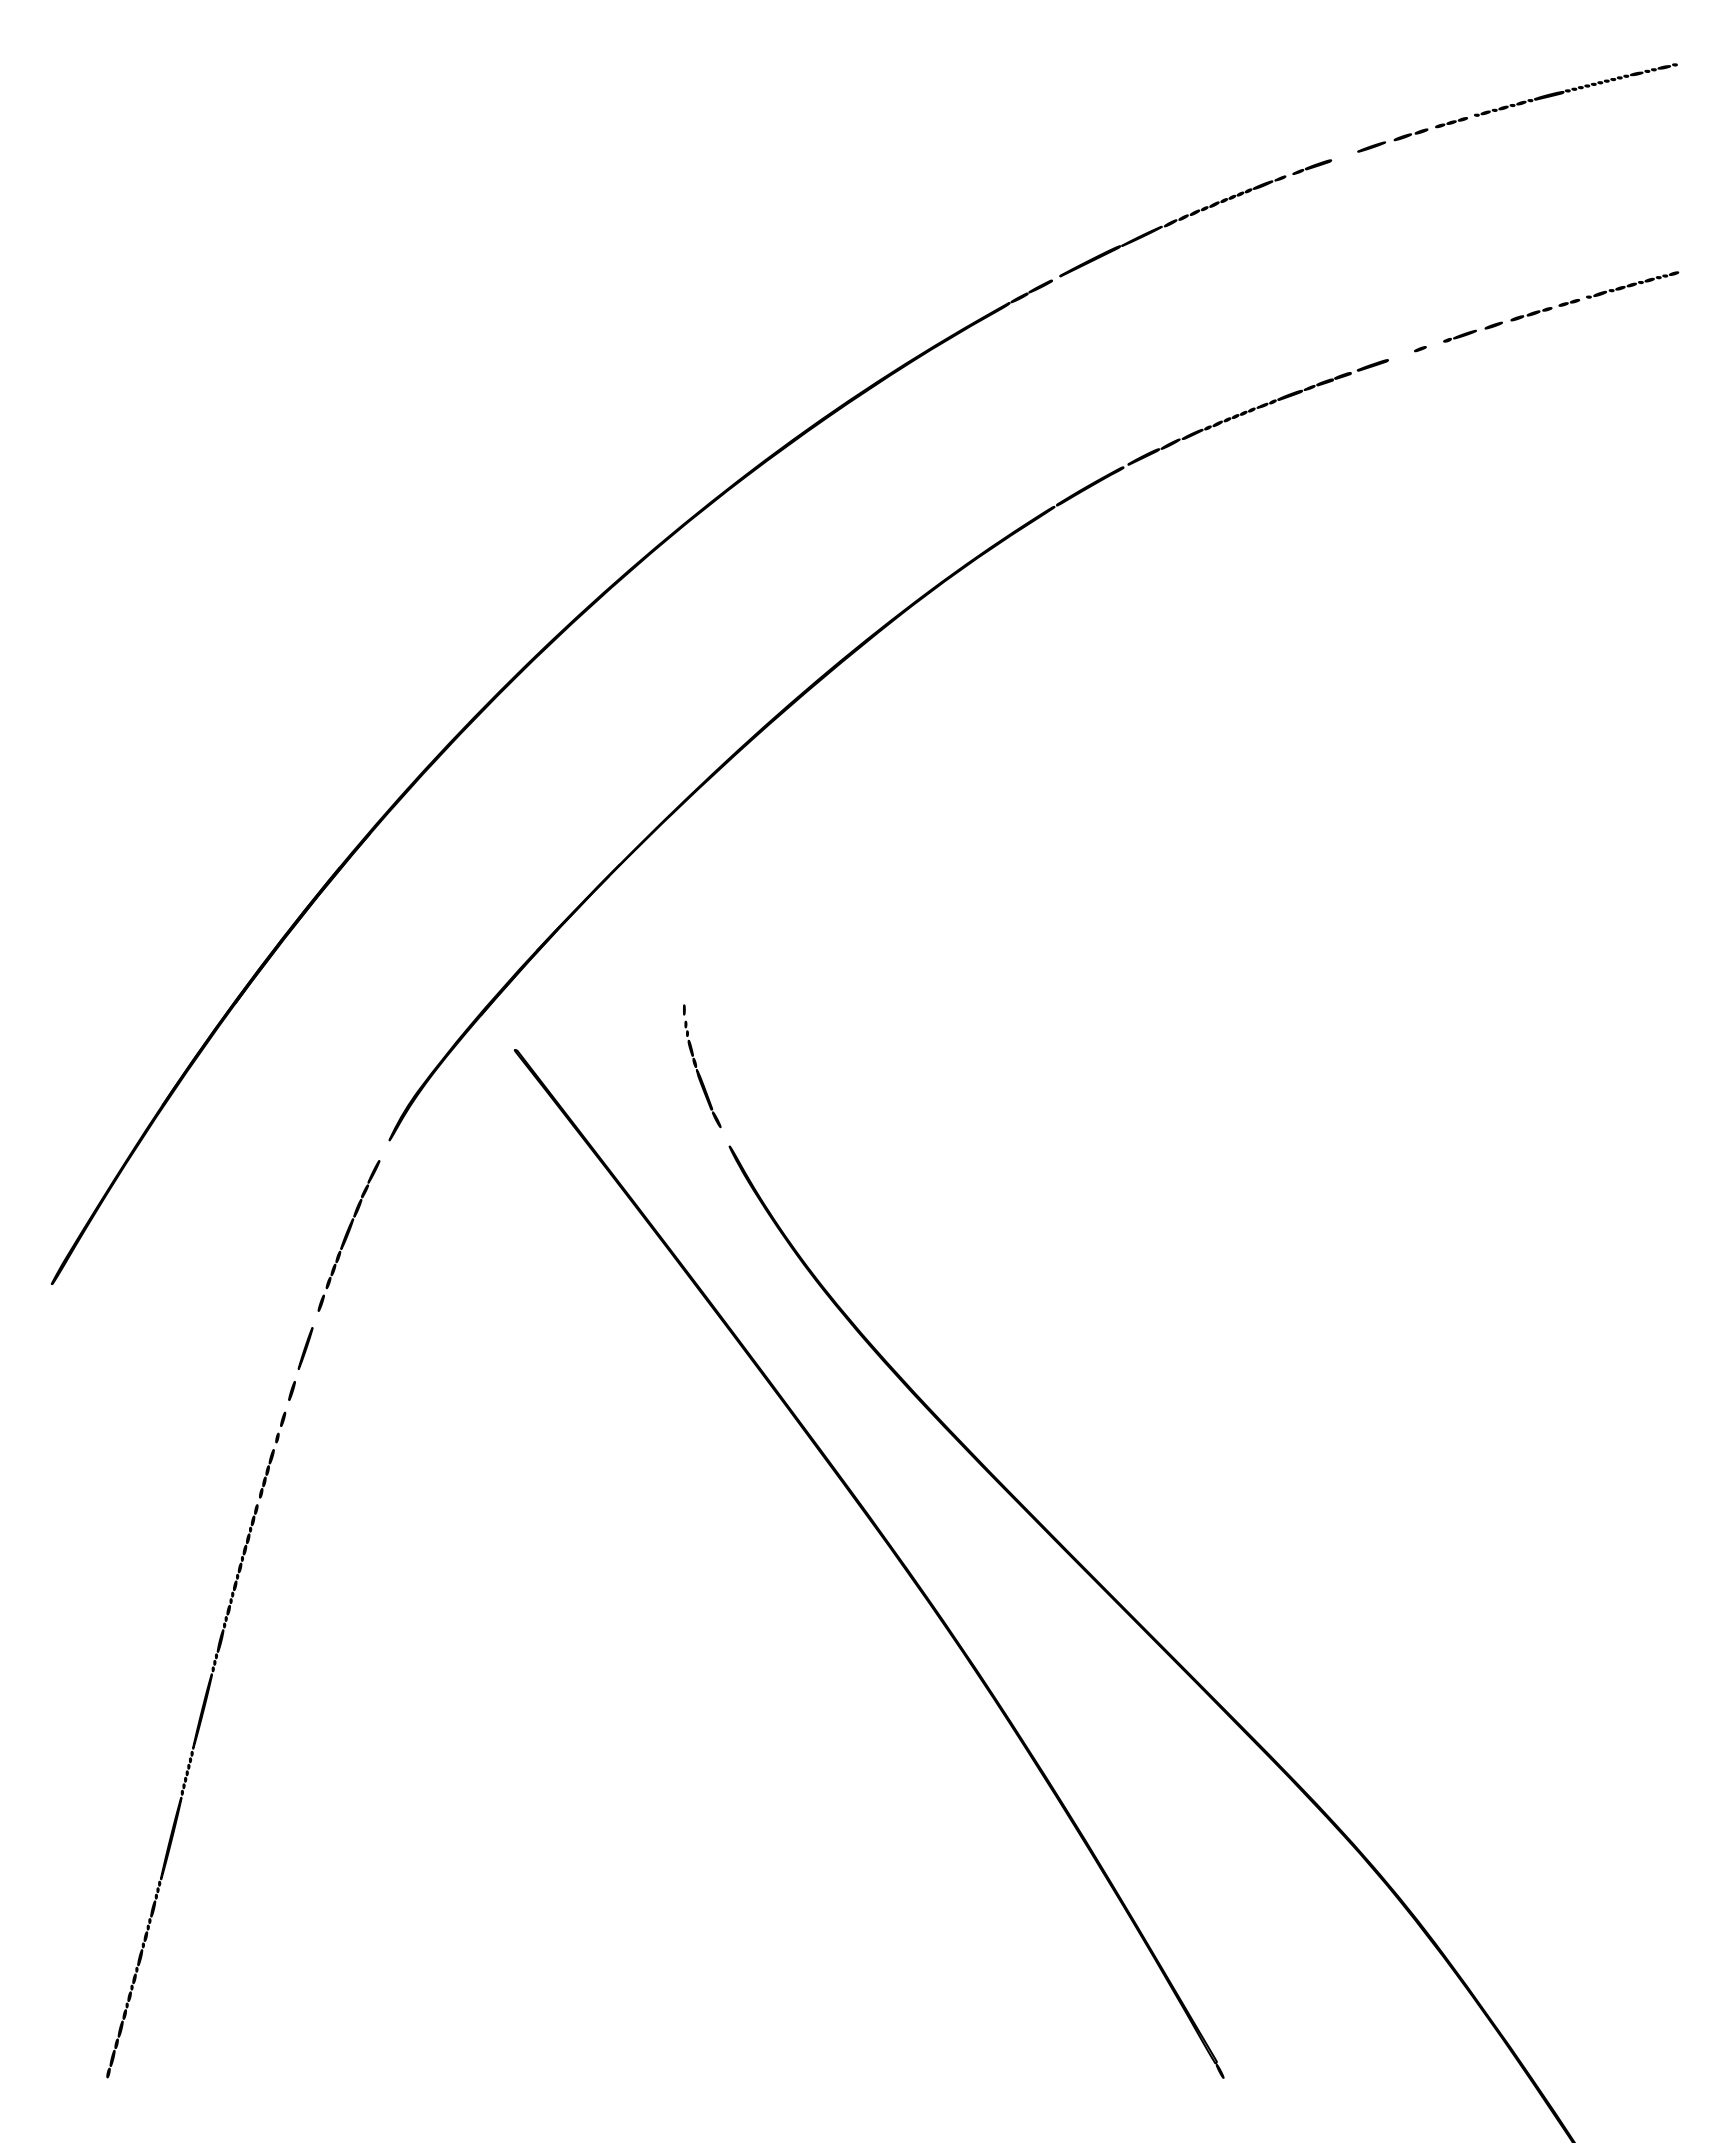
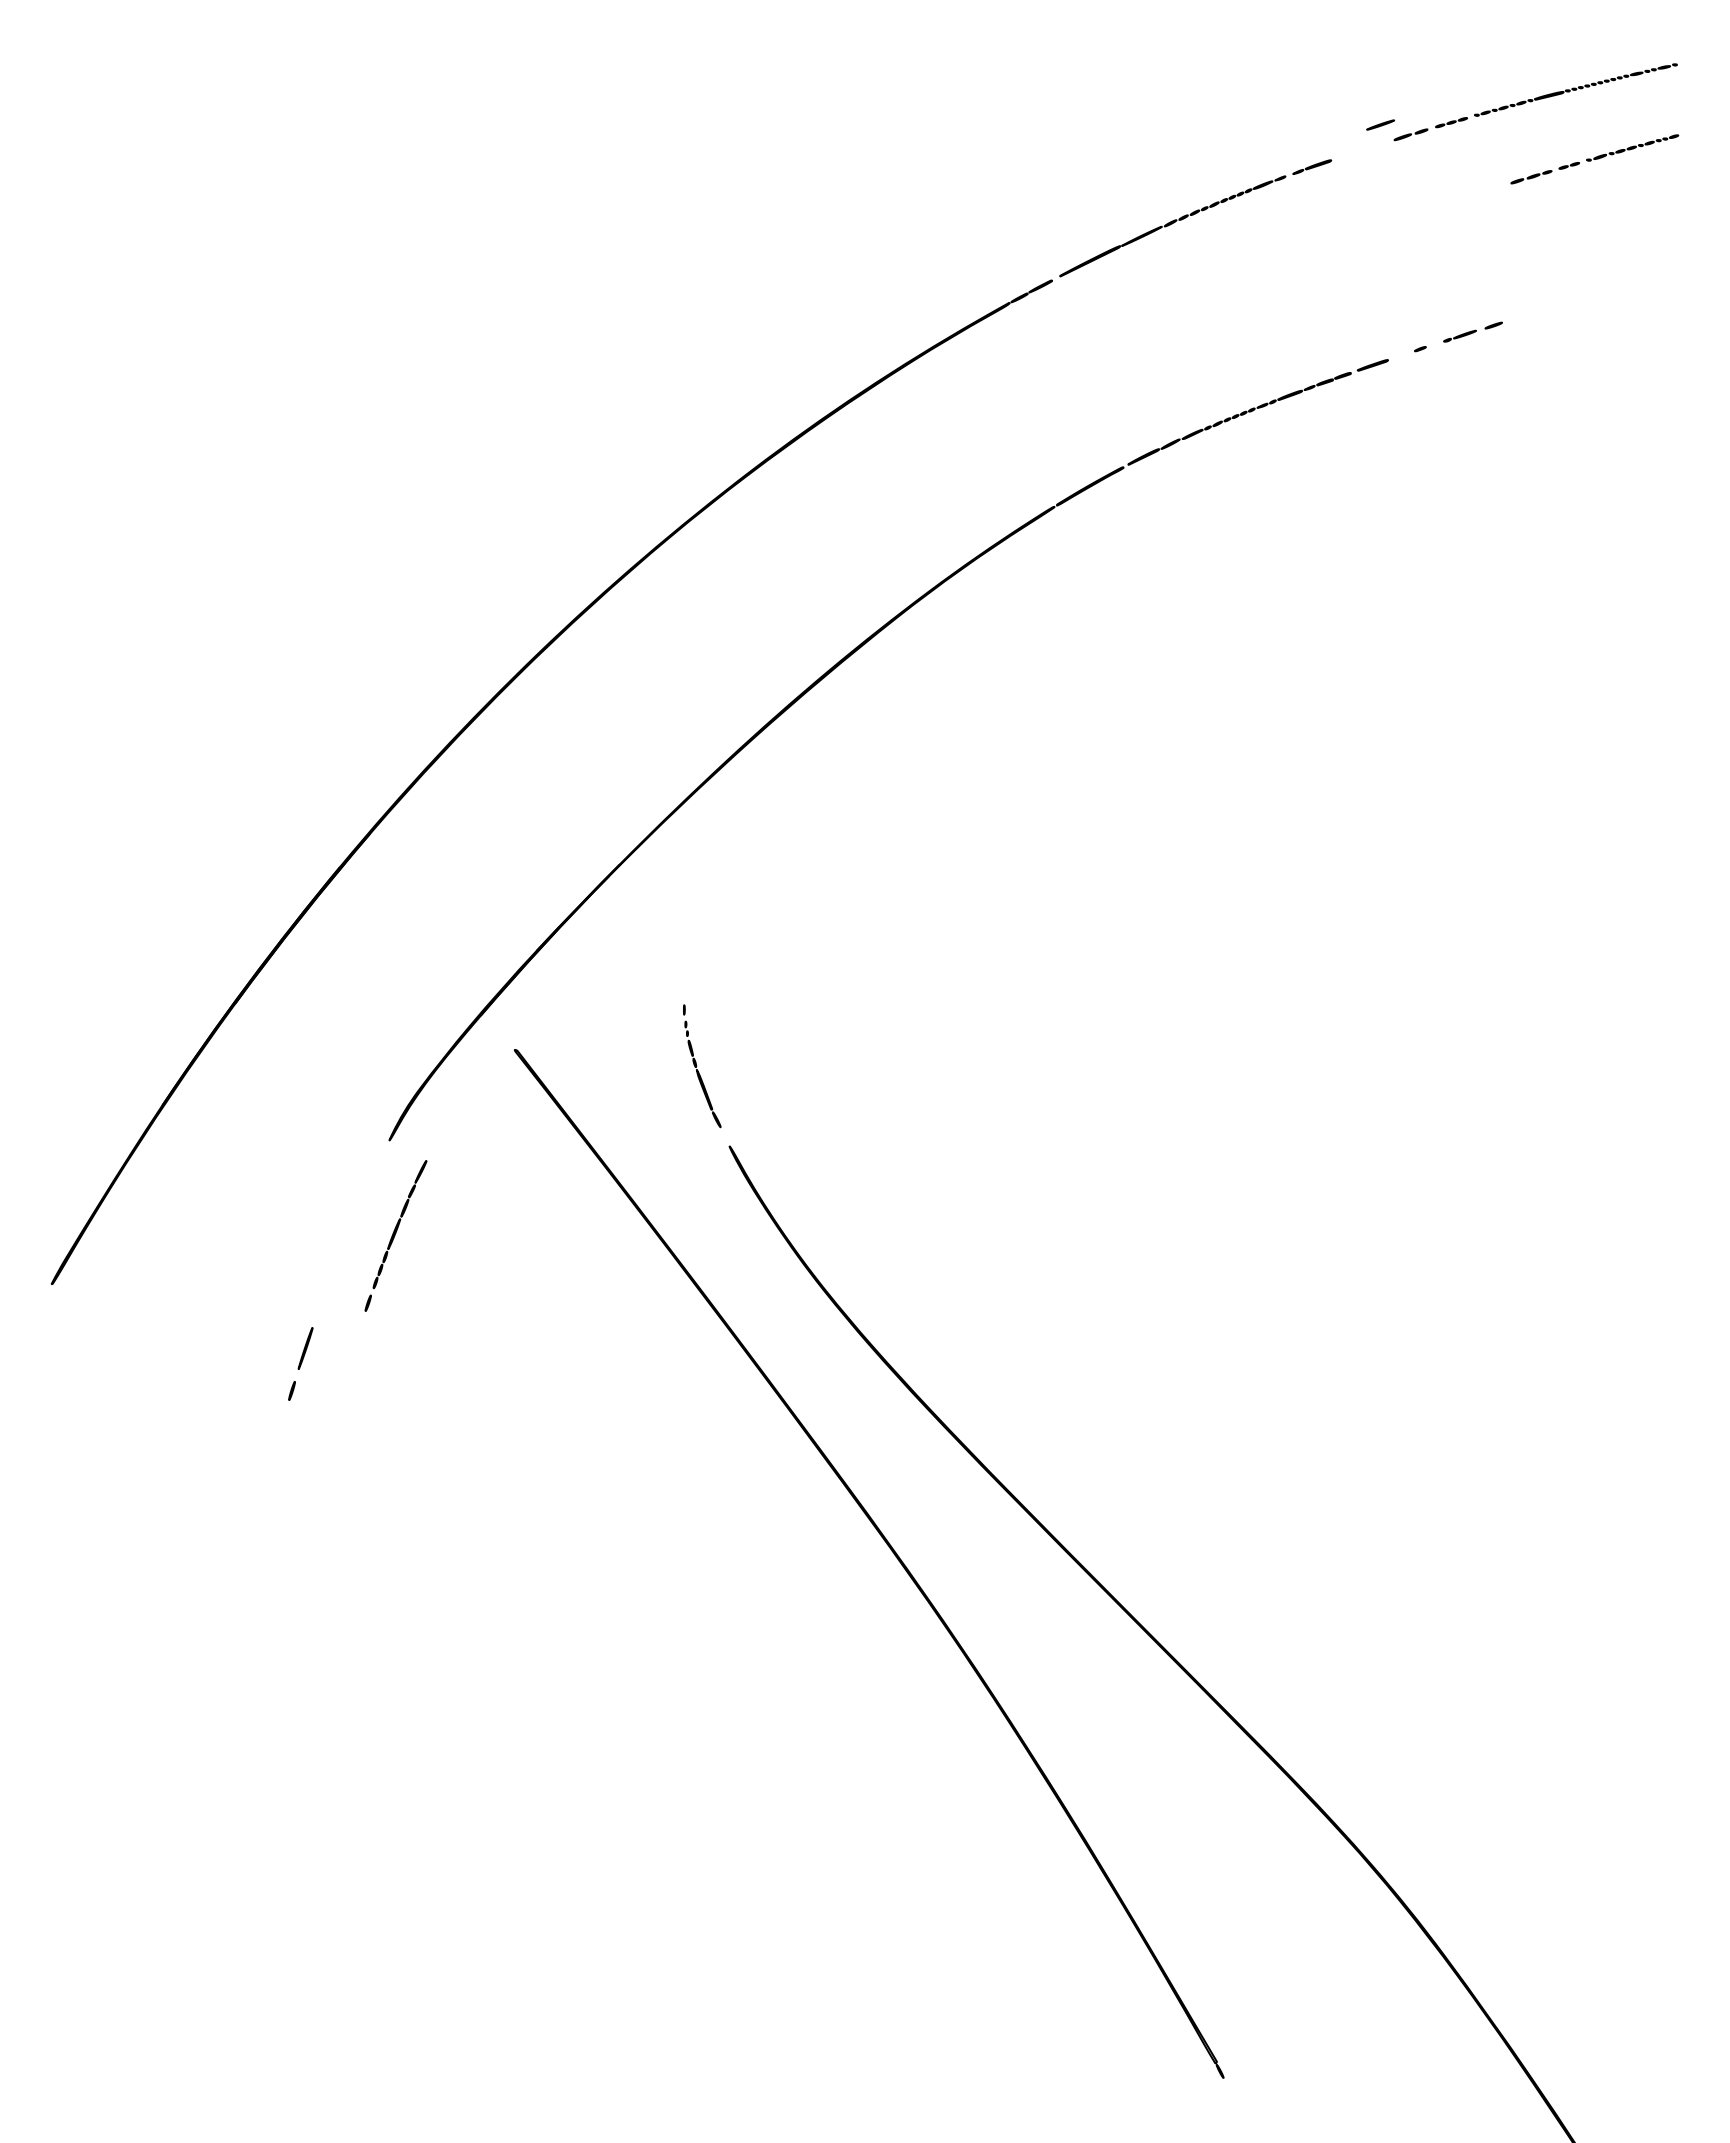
line at (1371, 146) position: (1371, 146) -> (1380, 124)
part at (1594, 296) position: (1594, 296) -> (1594, 159)
part at (348, 1235) position: (348, 1235) -> (395, 1235)
part at (196, 1744): present -> none
